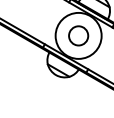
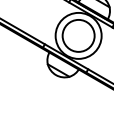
circle at (78, 35) diameter: 19 px -> 32 px
